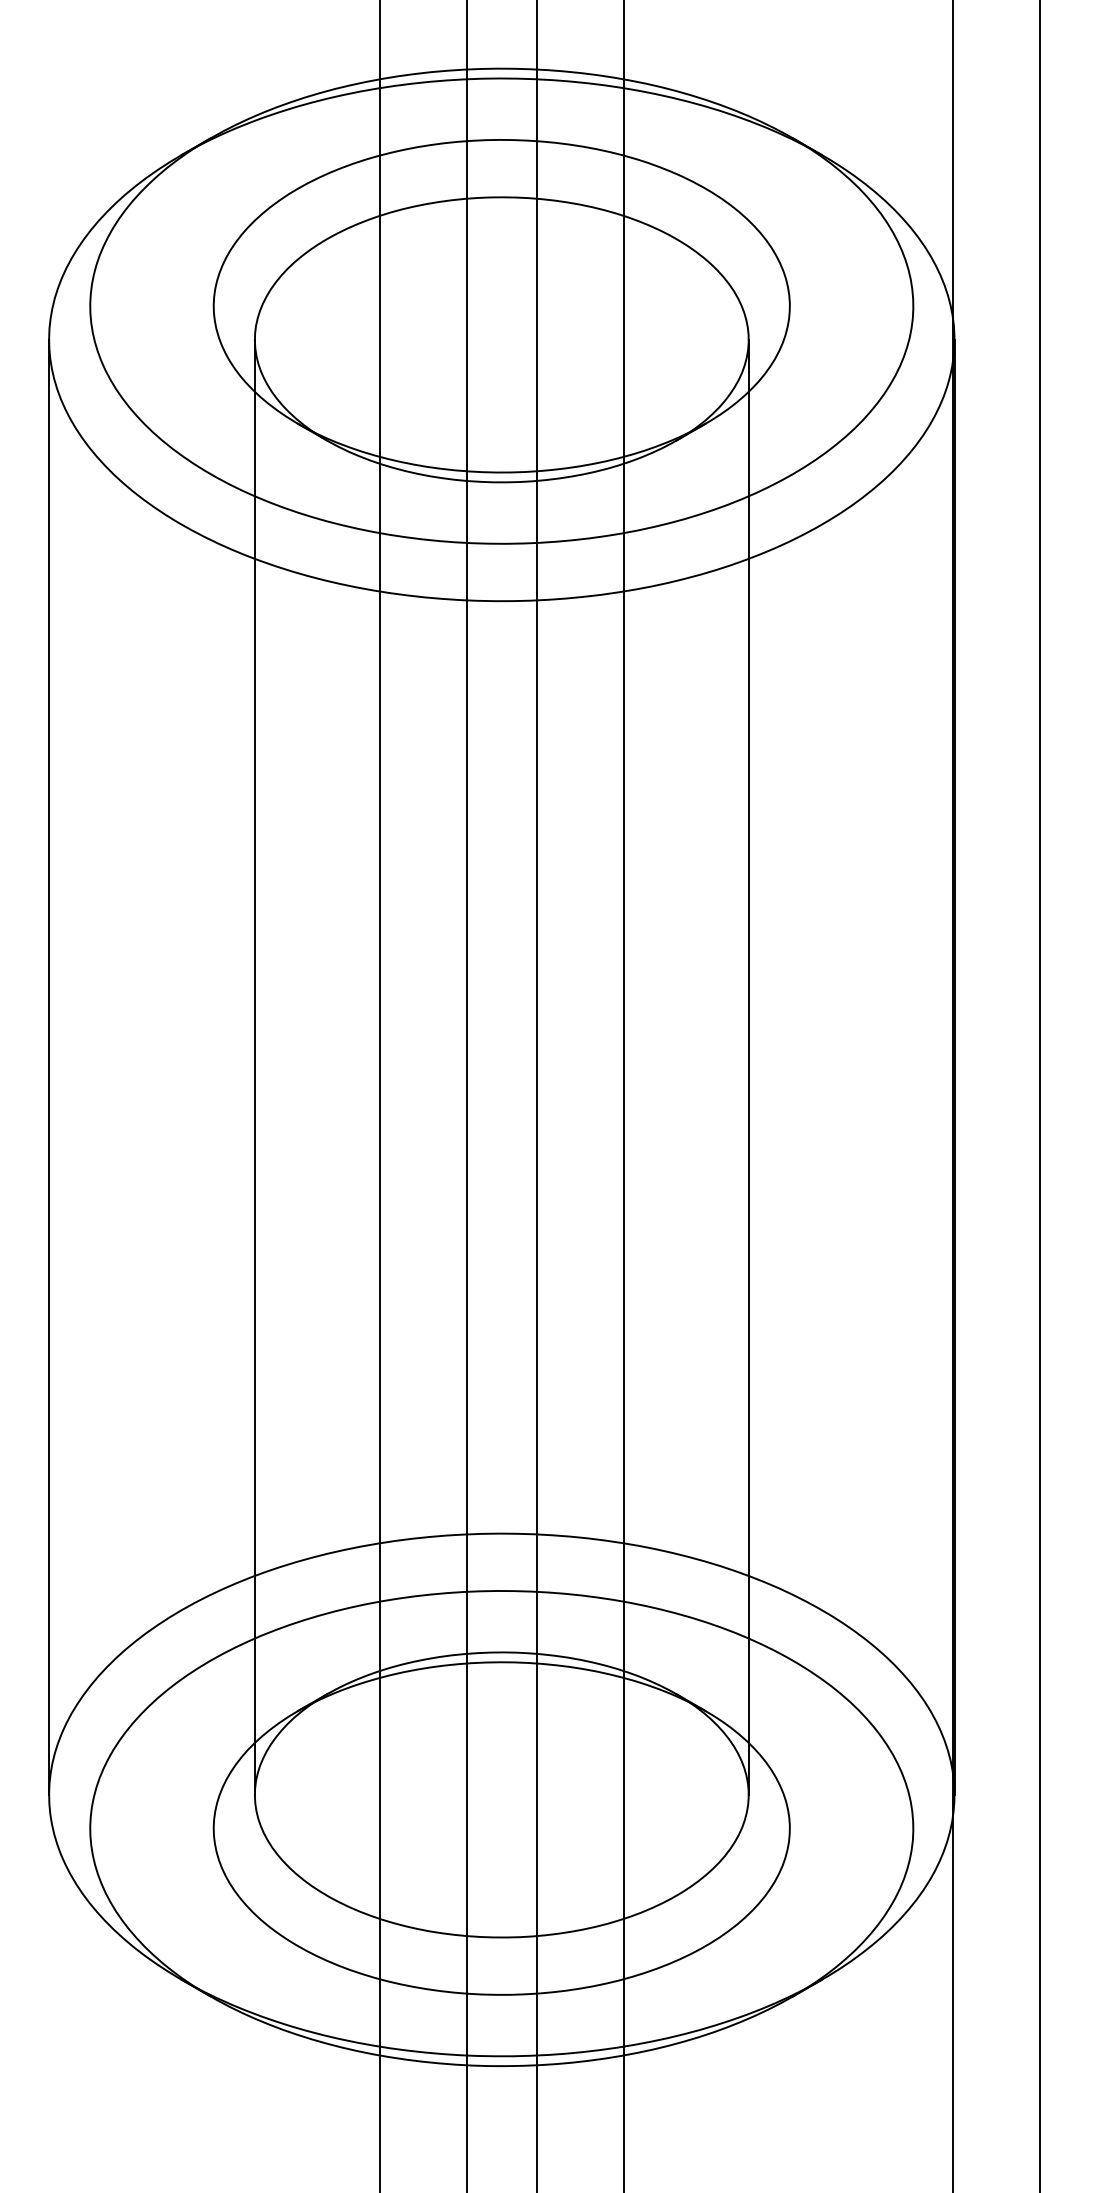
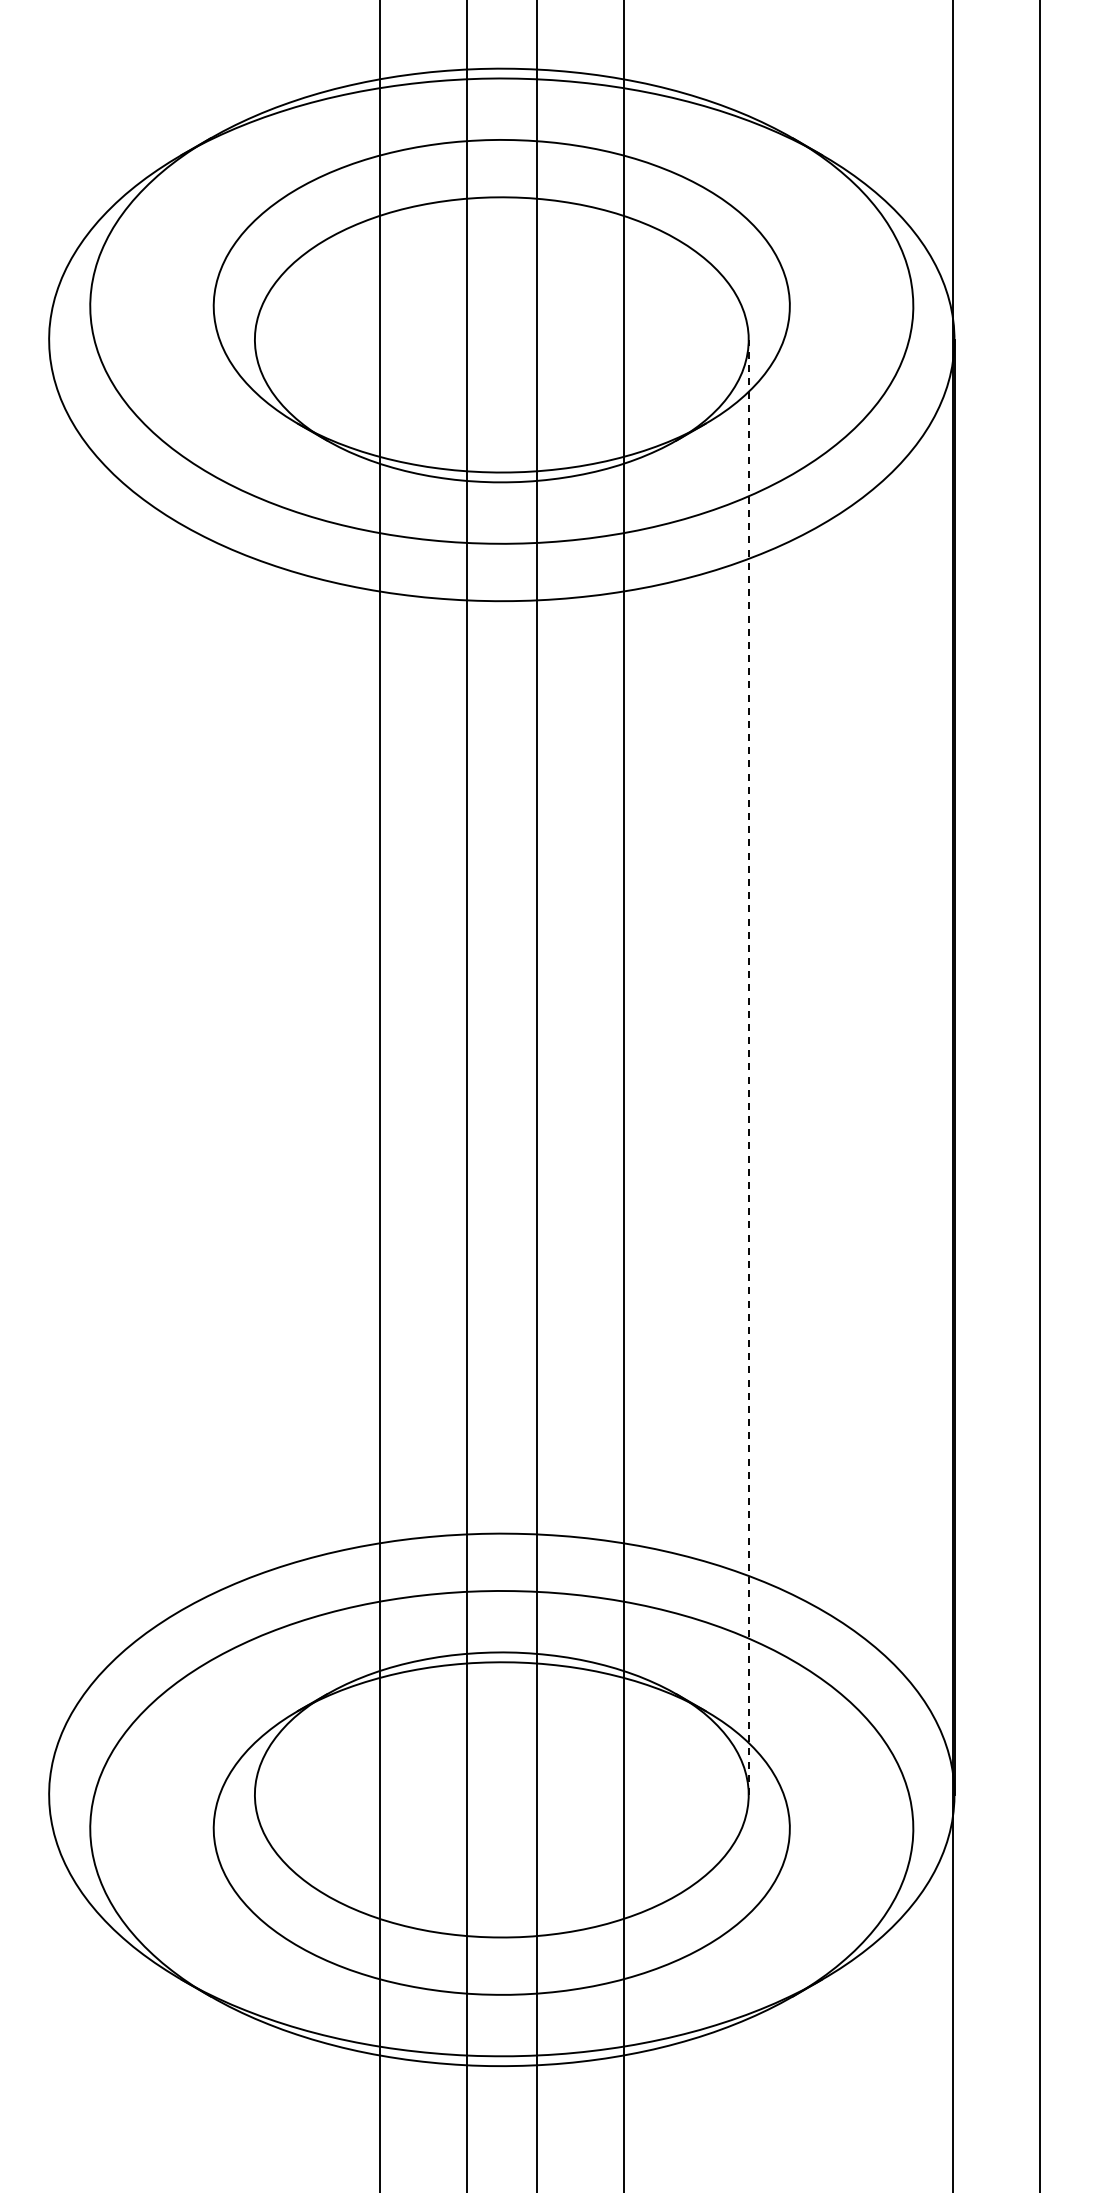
line at (49, 1066): present -> none
line at (254, 1066): present -> none
line at (748, 1067): solid -> dashed
